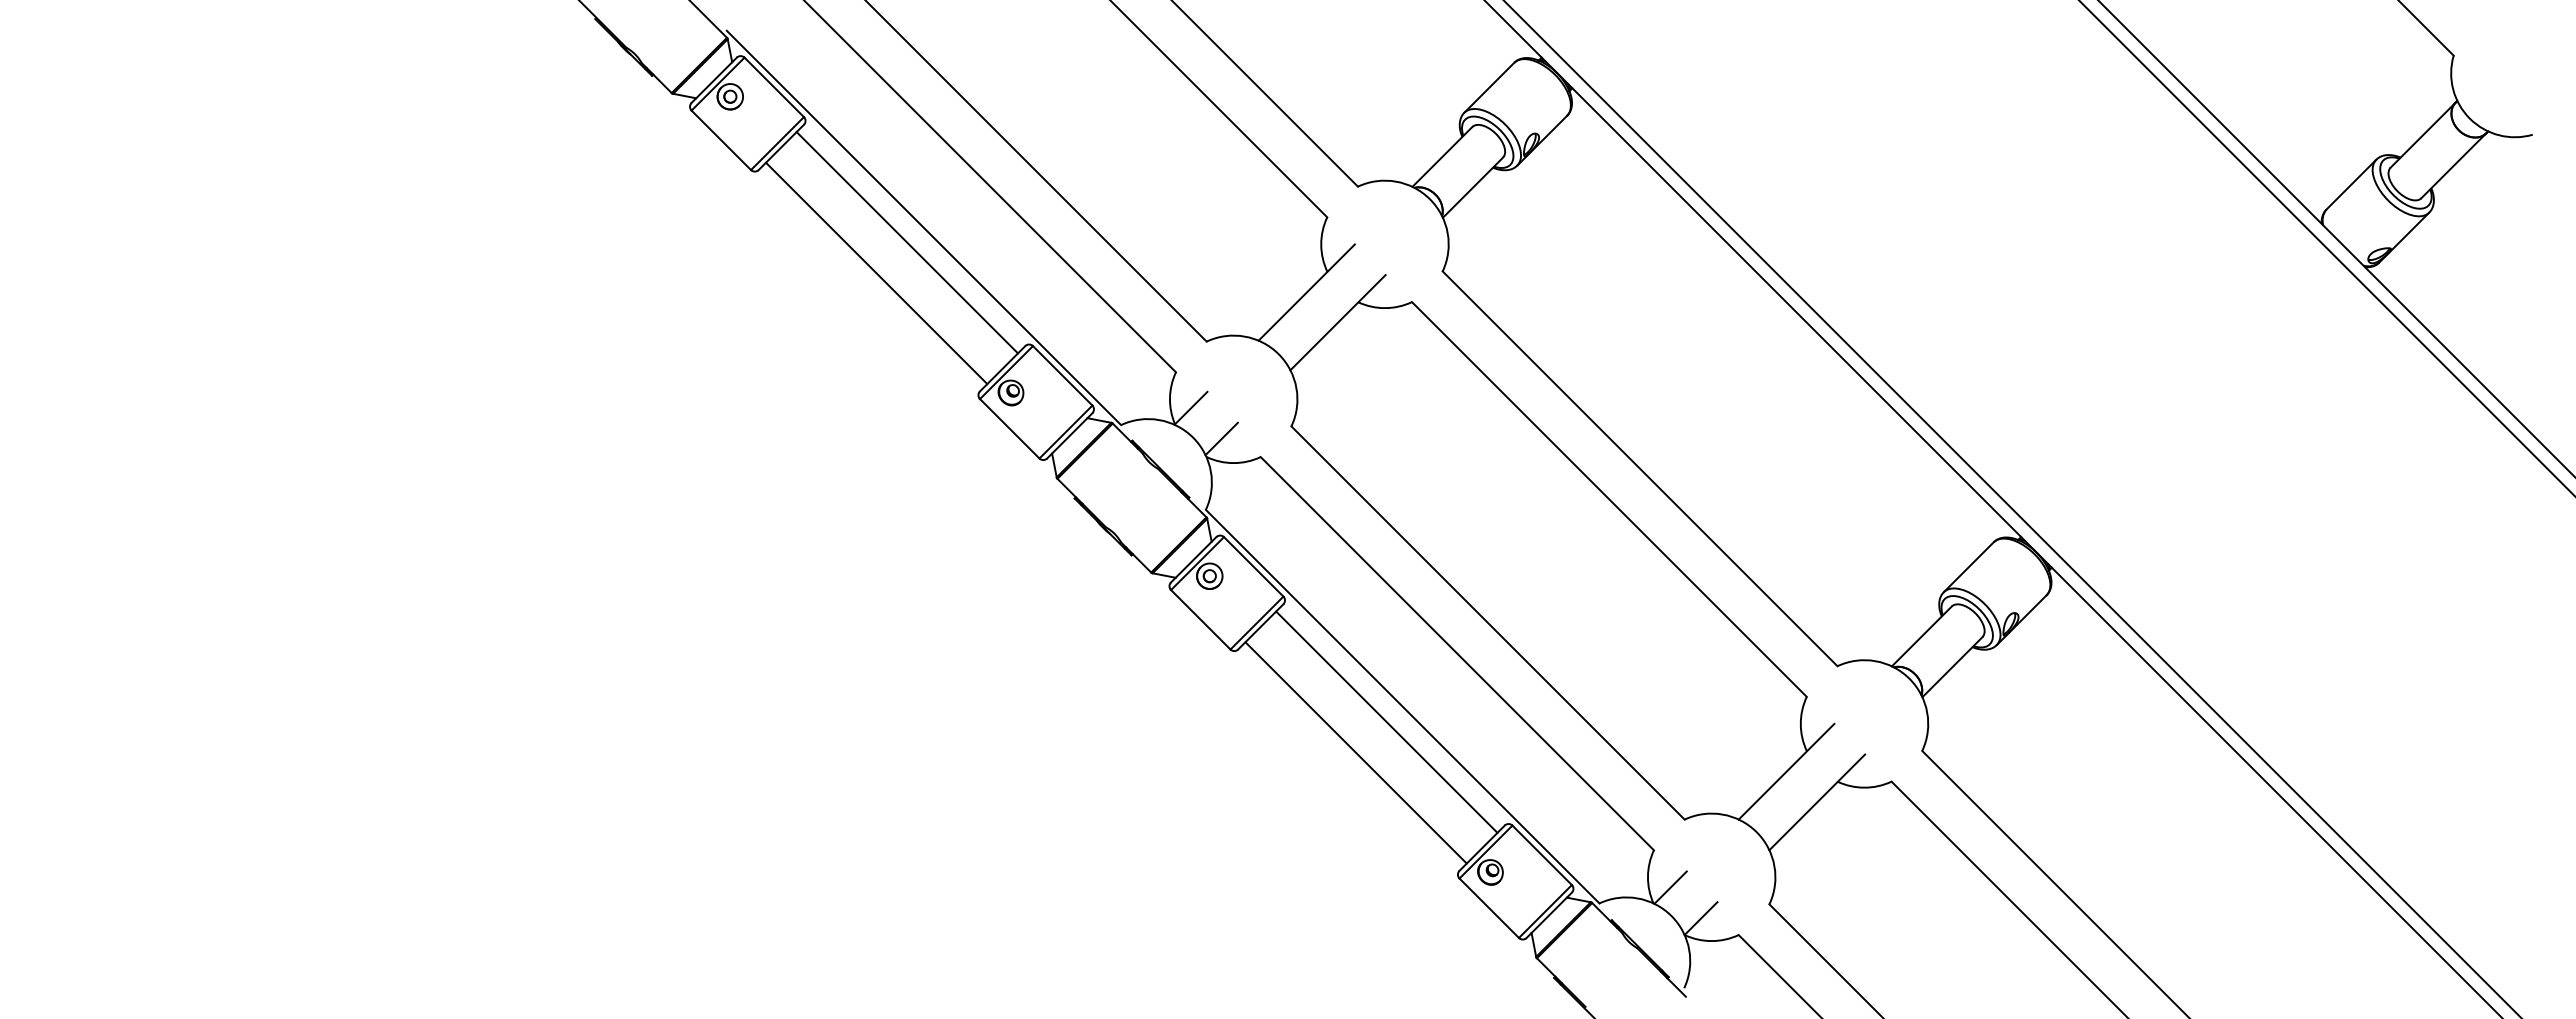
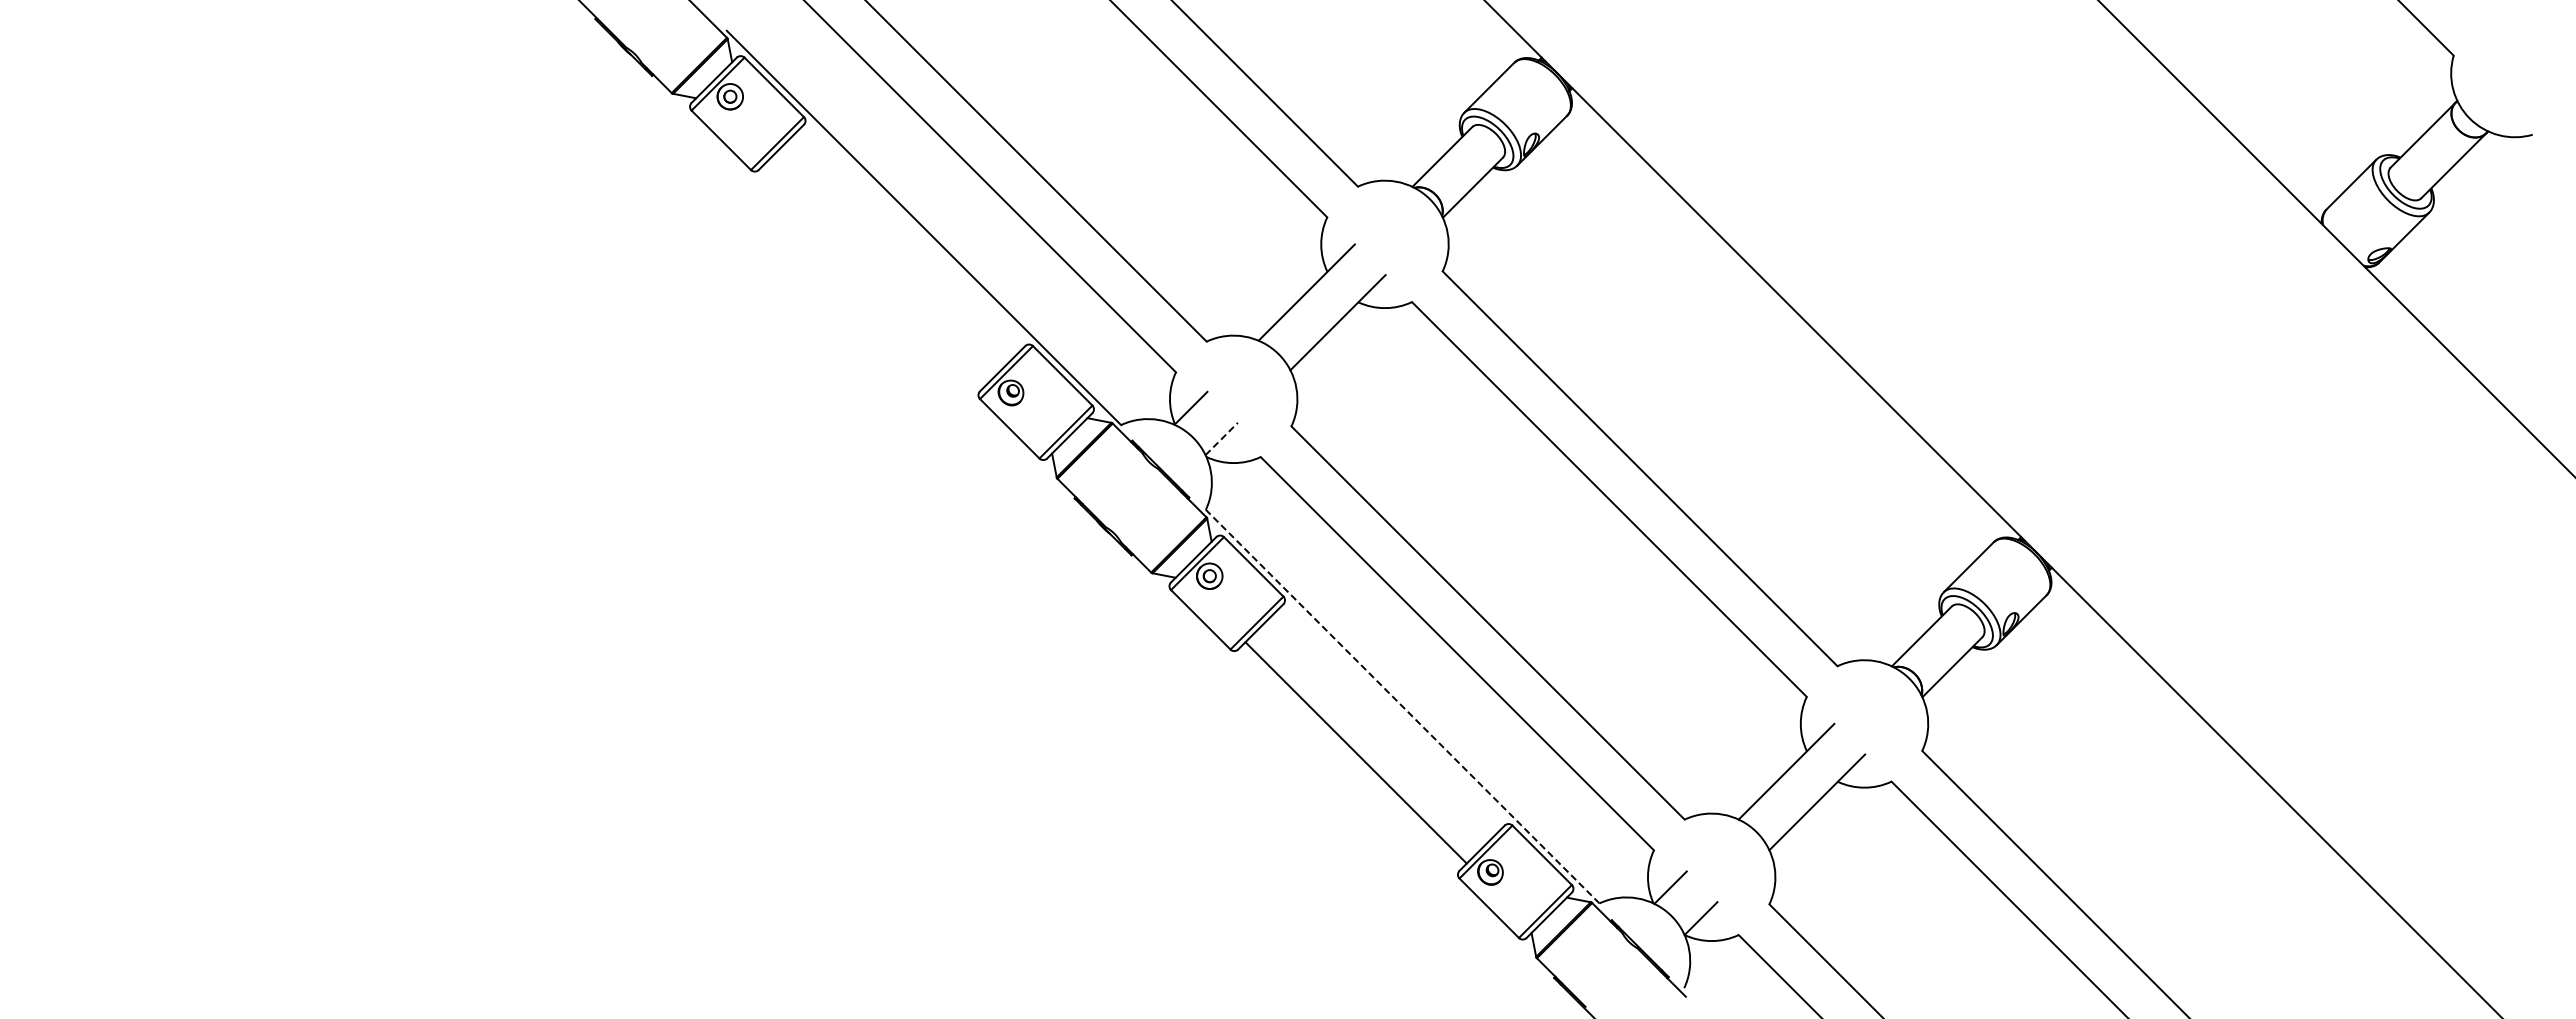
line at (907, 242): present -> none
line at (2326, 248): present -> none
line at (876, 273): present -> none
line at (1221, 438): solid -> dashed
line at (2012, 508): present -> none
line at (1402, 706): solid -> dashed
line at (1386, 721): present -> none
